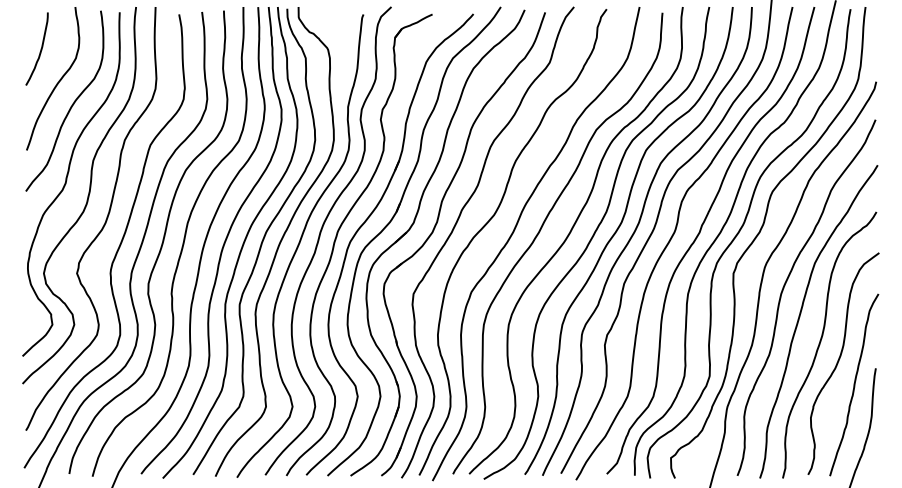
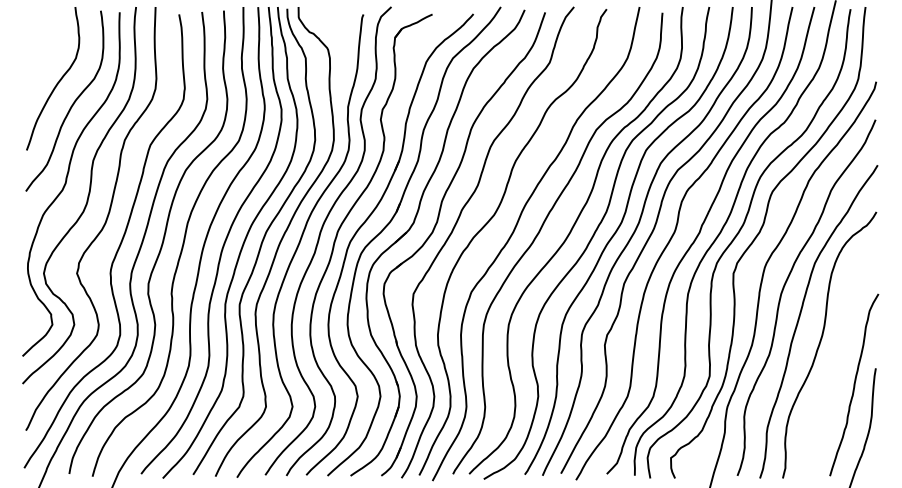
curve at (40, 48): present -> none
curve at (839, 361): present -> none
